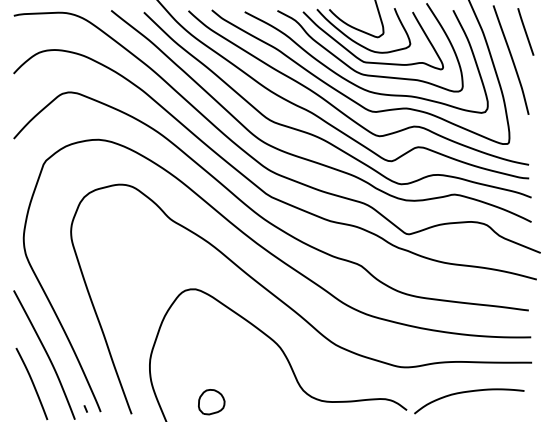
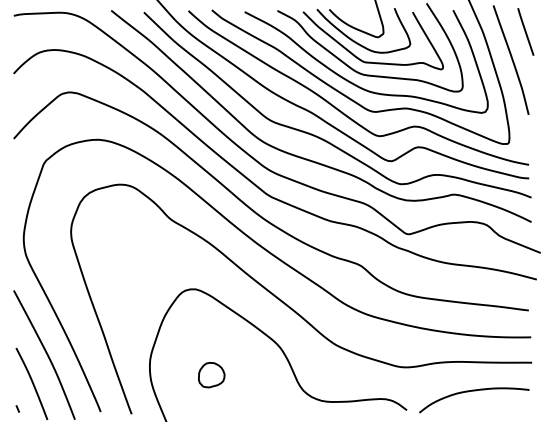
curve at (469, 392) position: (469, 392) -> (474, 391)
part at (211, 402) position: (211, 402) -> (211, 375)
line at (85, 408) position: (85, 408) -> (17, 408)
